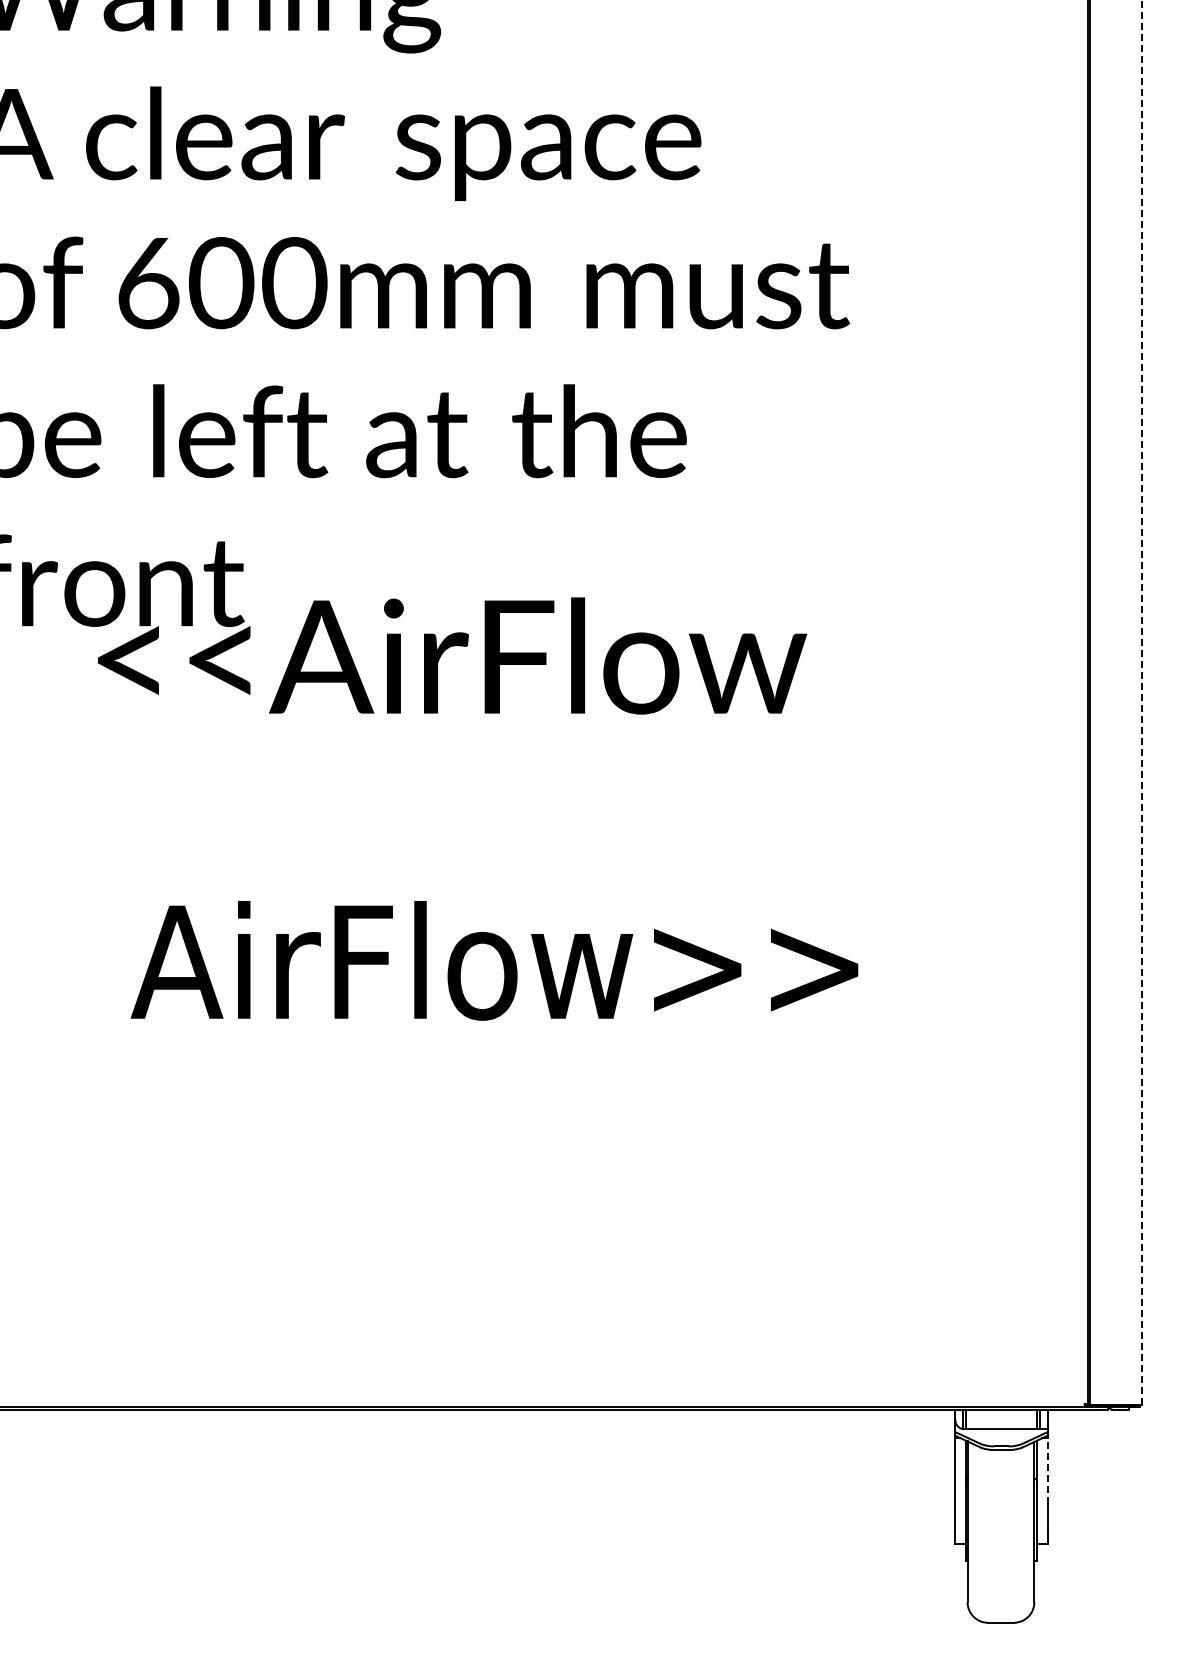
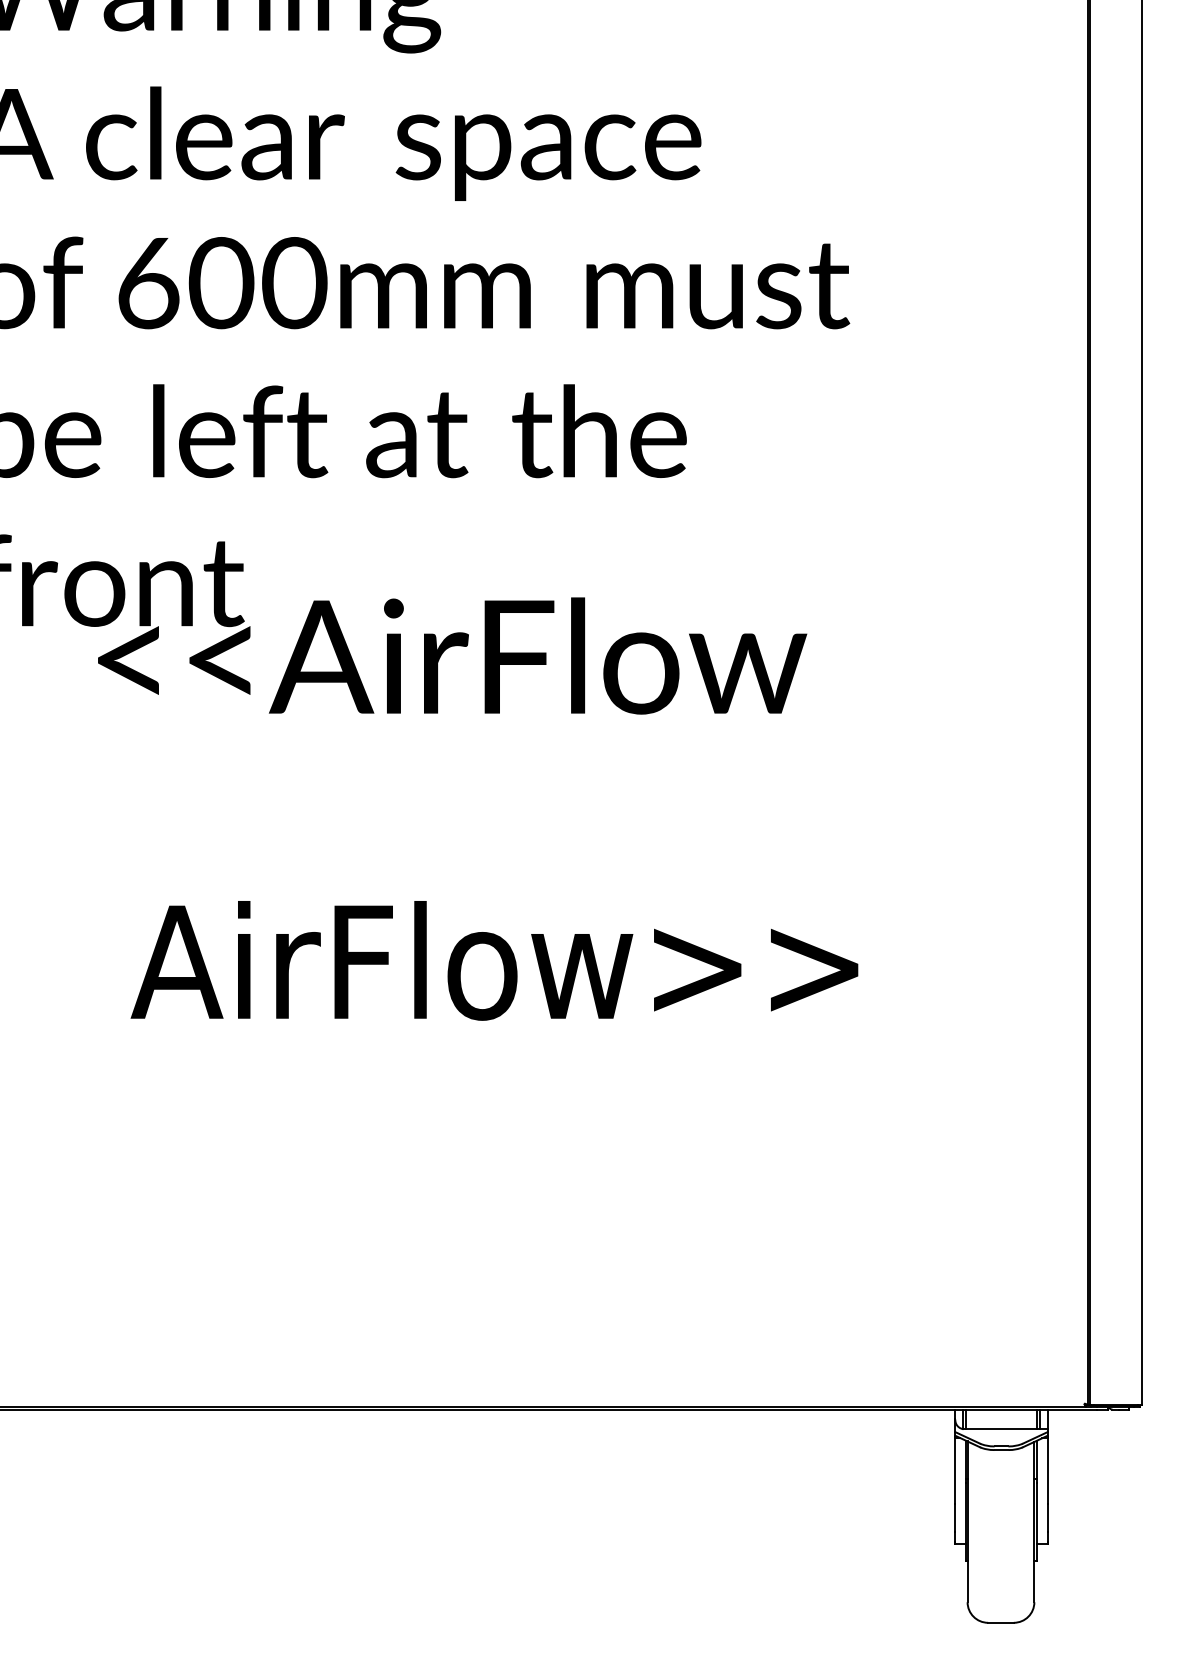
line at (1141, 702): dashed -> solid
line at (1047, 1470): dashed -> solid
